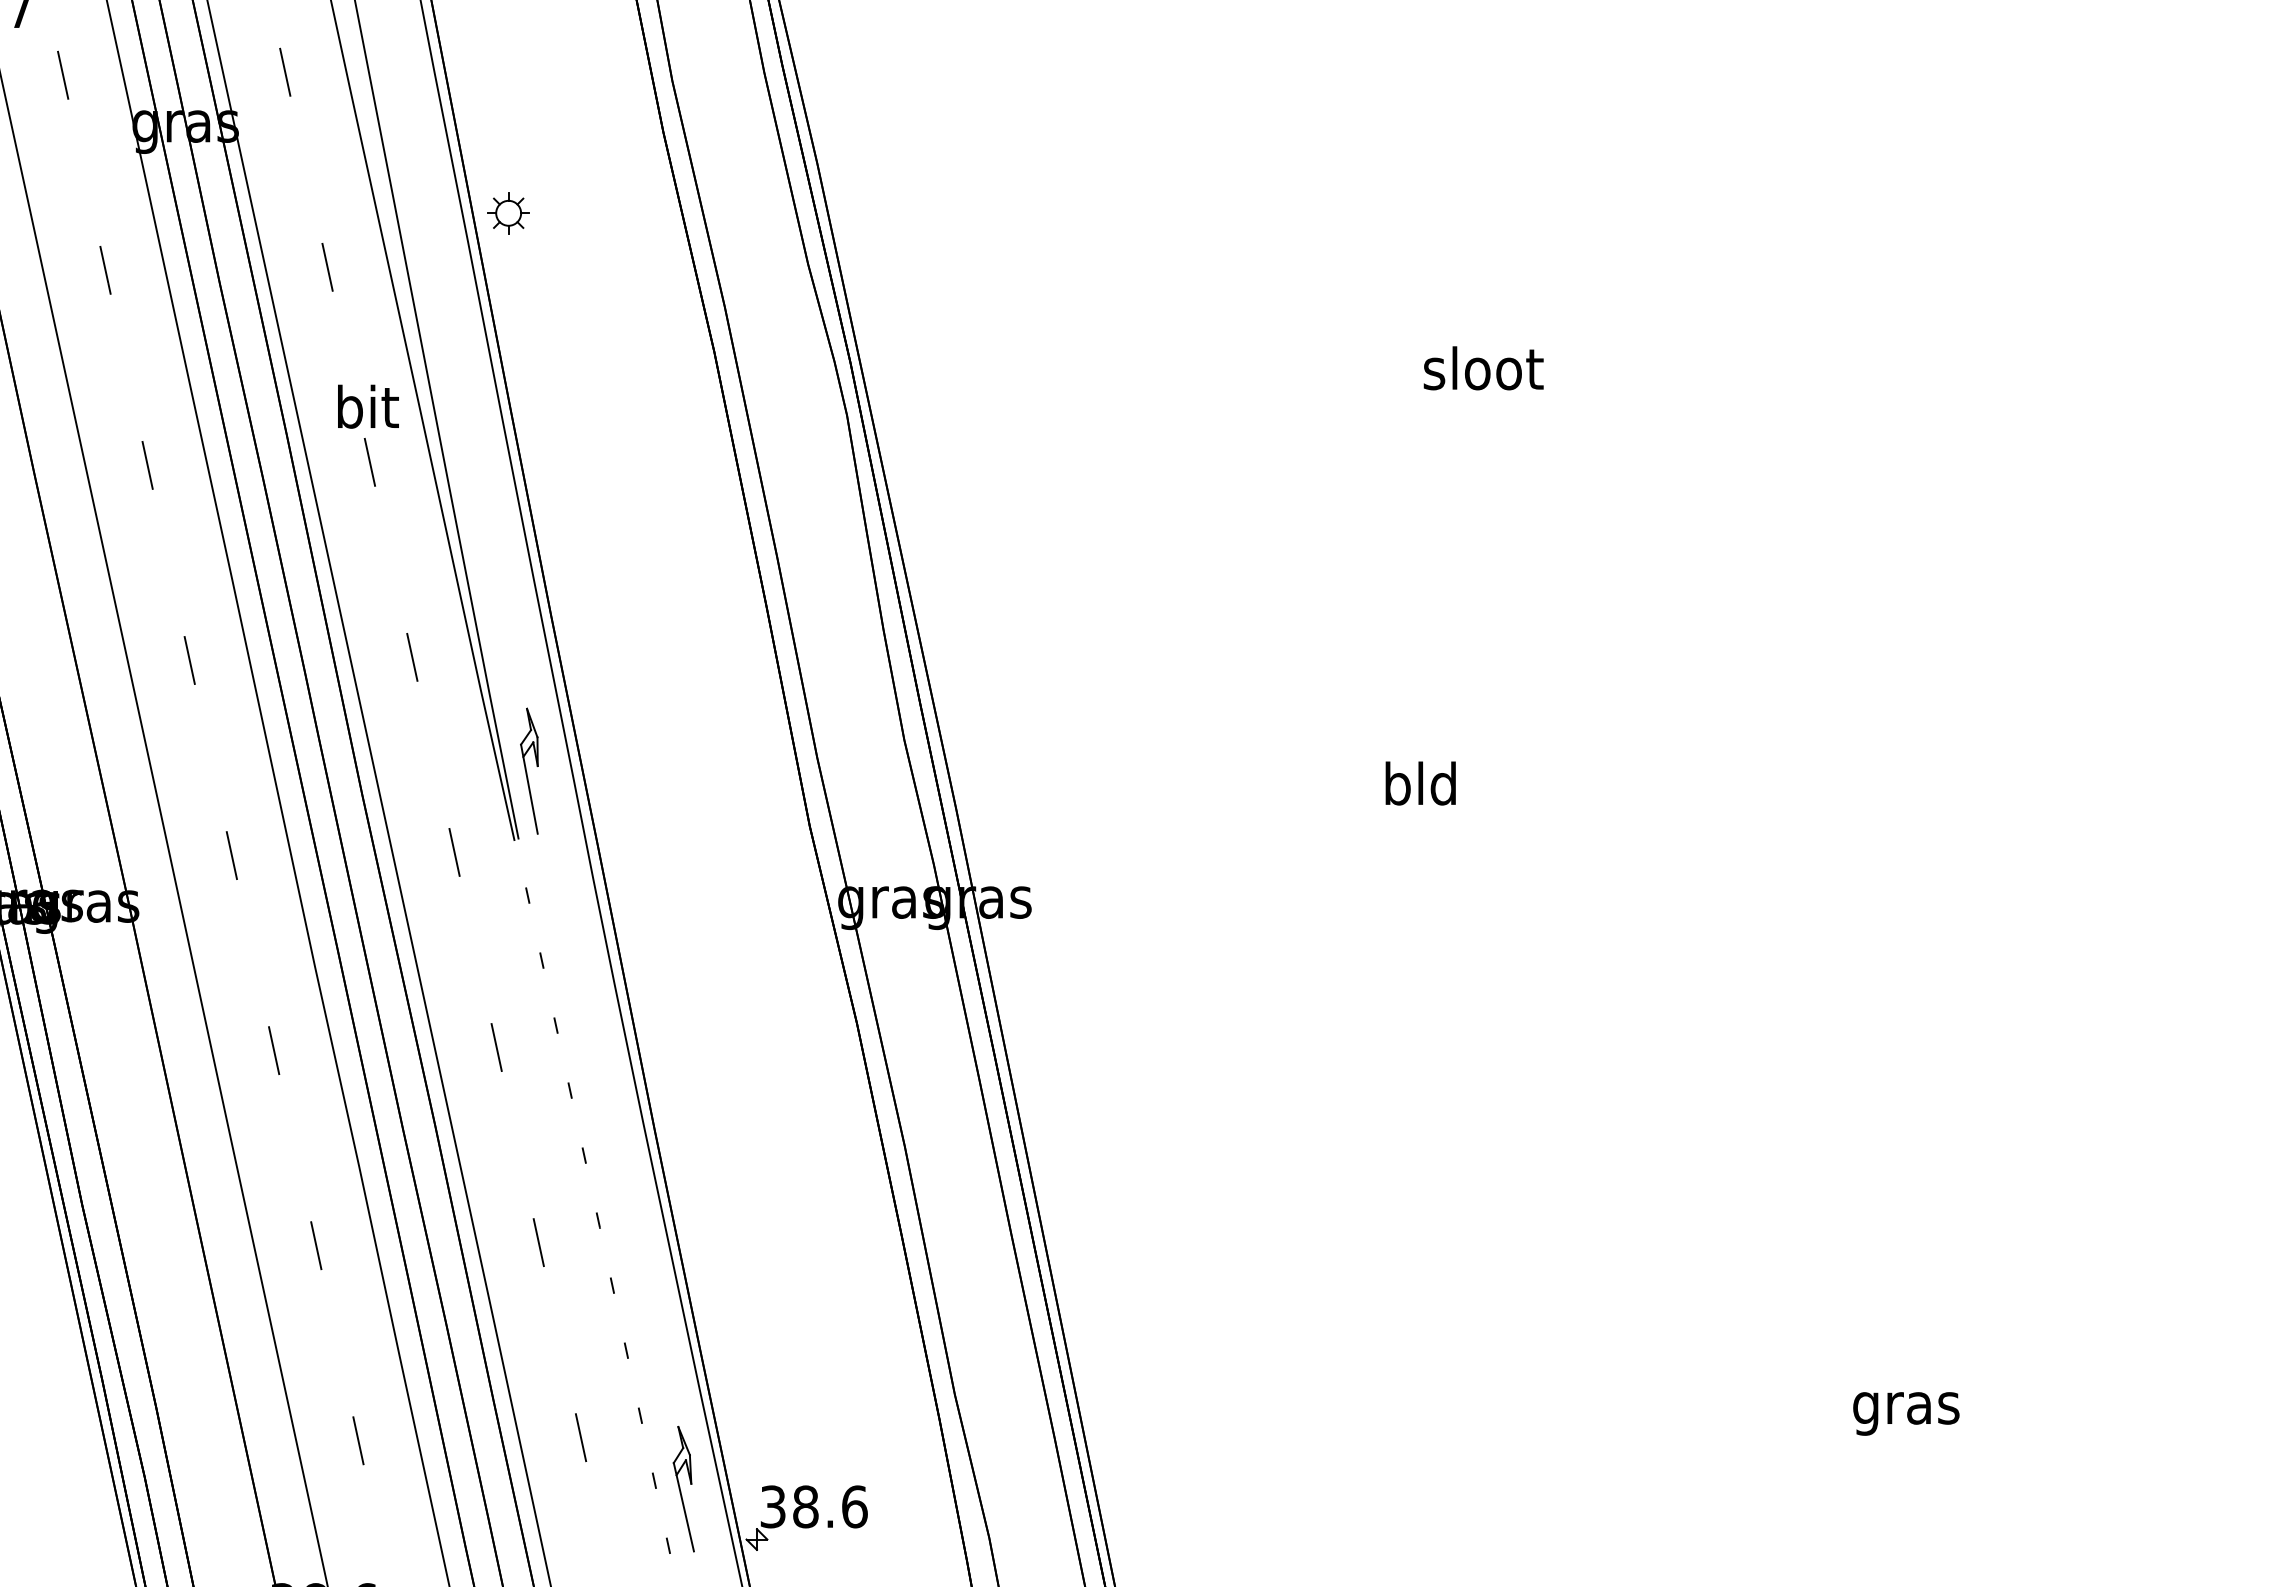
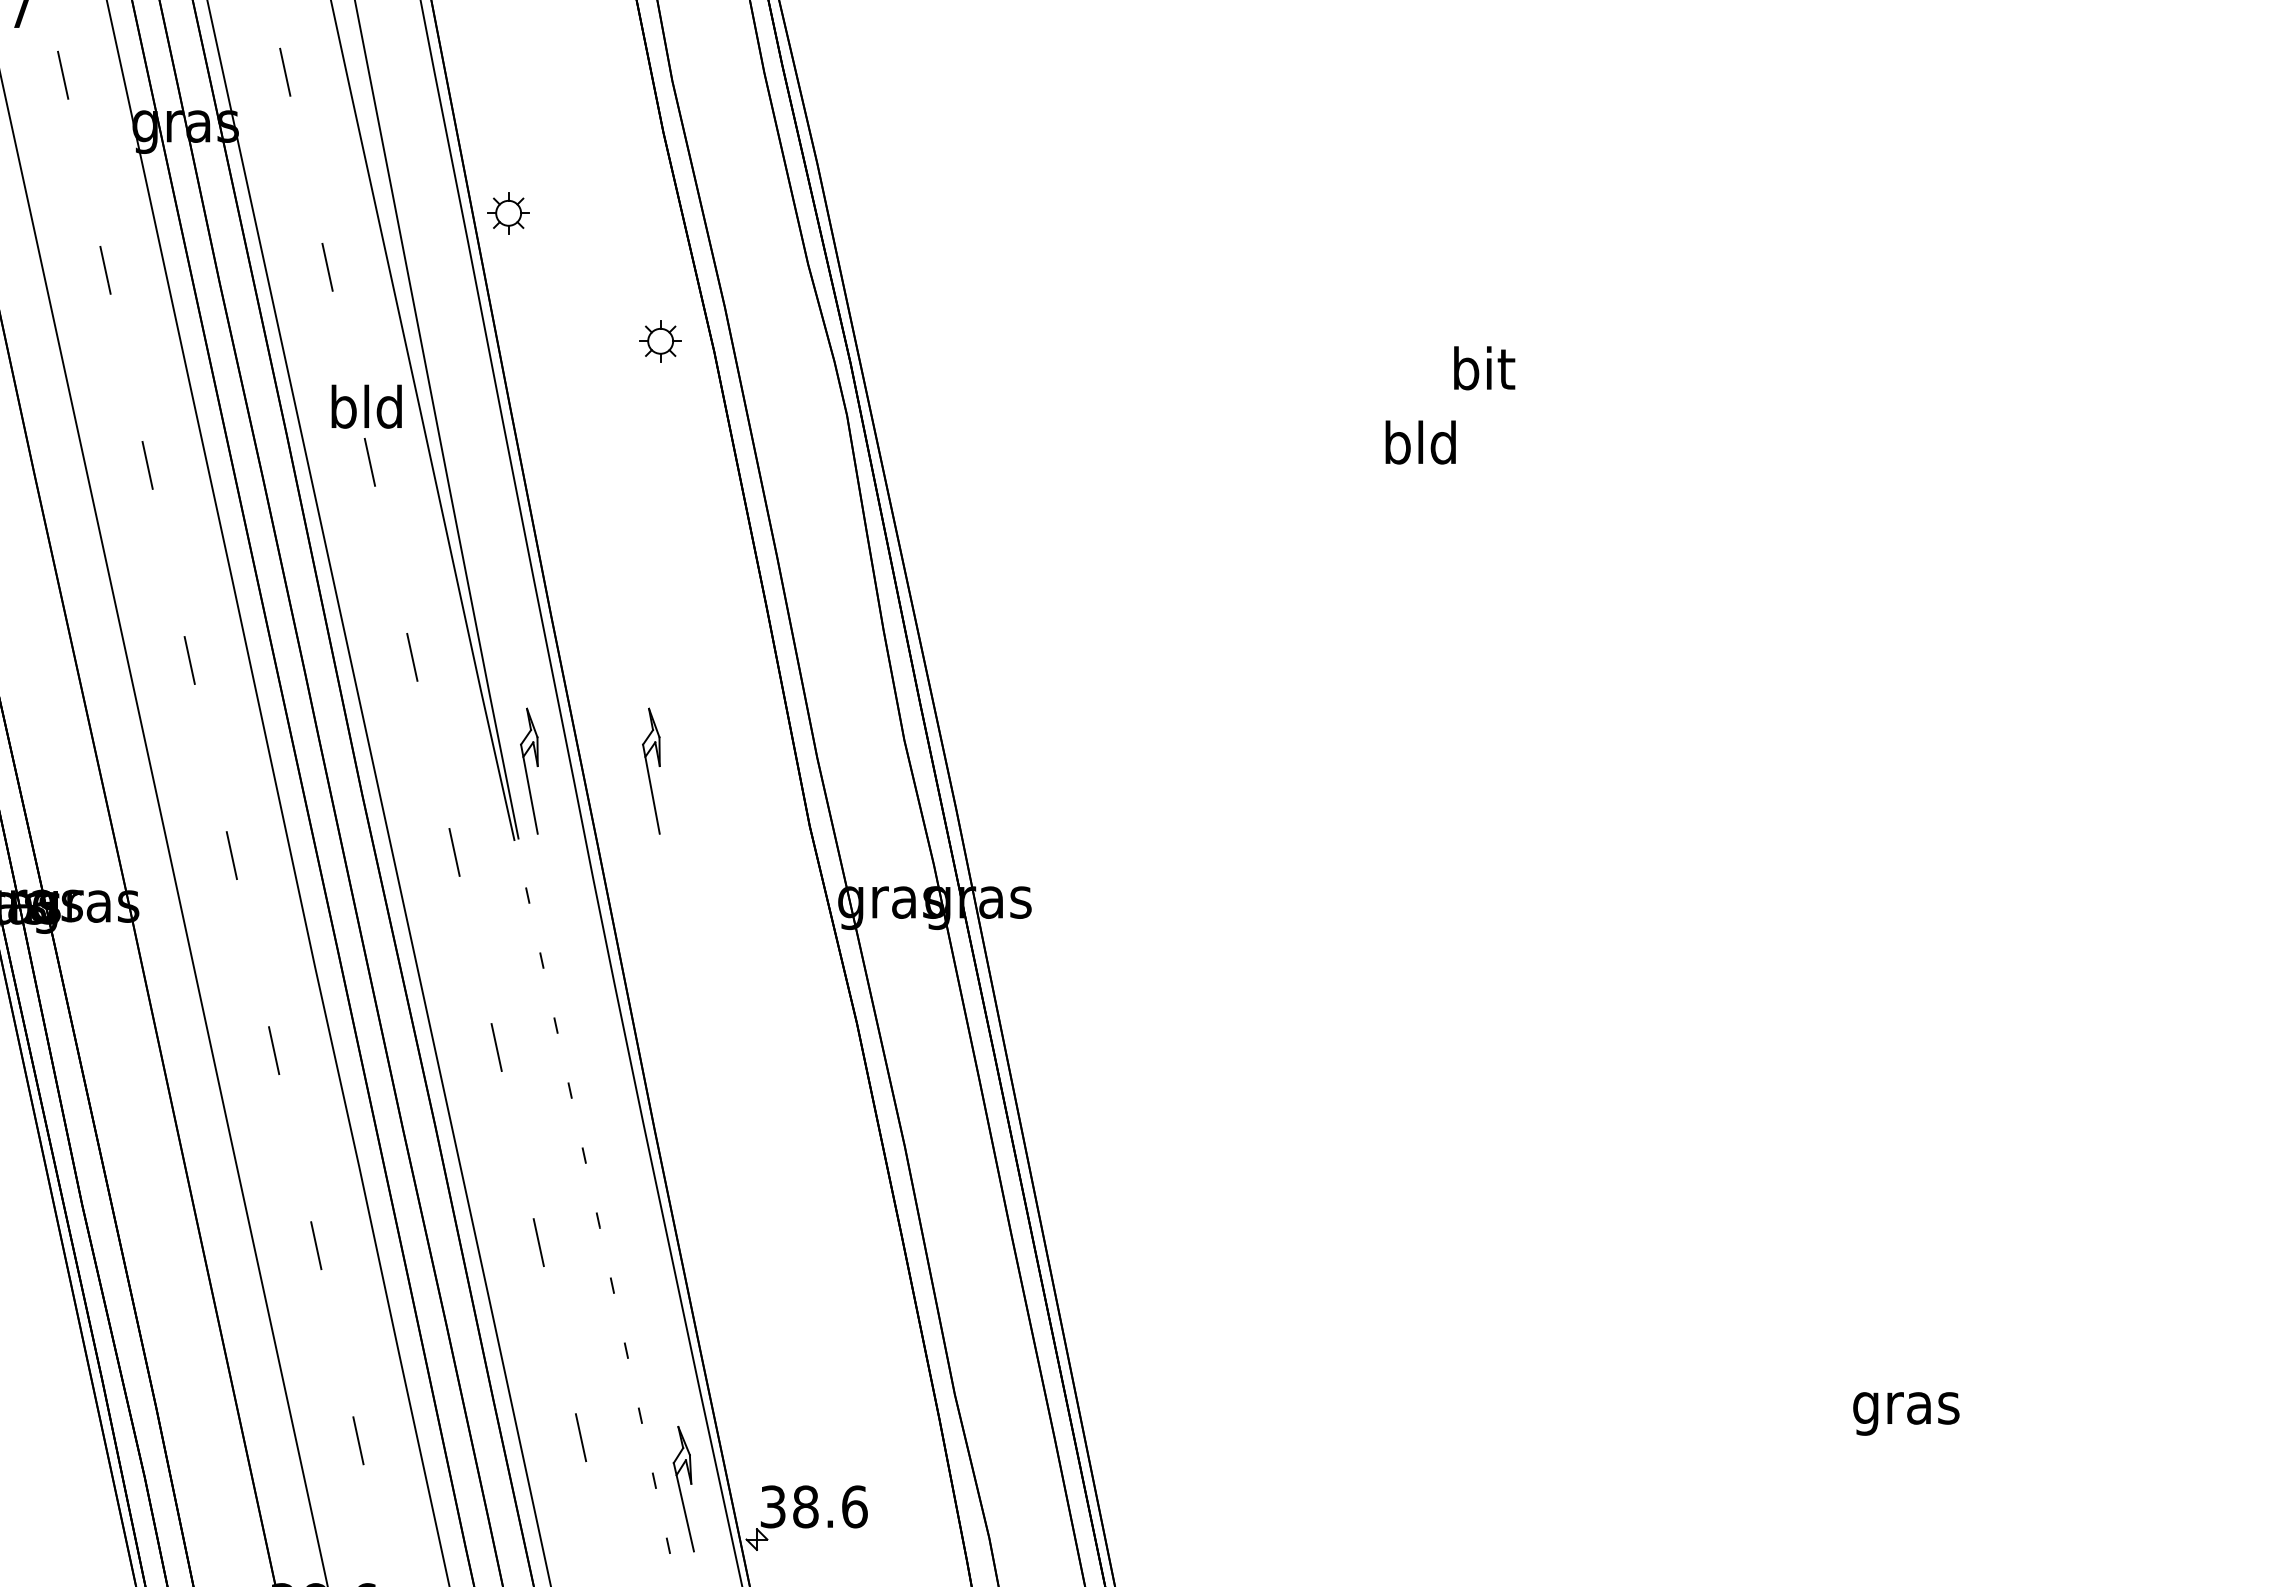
part at (660, 341): none -> present
text at (1483, 368): sloot -> bit
text at (366, 406): bit -> bld
part at (651, 770): none -> present
text at (1420, 783) position: (1420, 783) -> (1420, 442)
